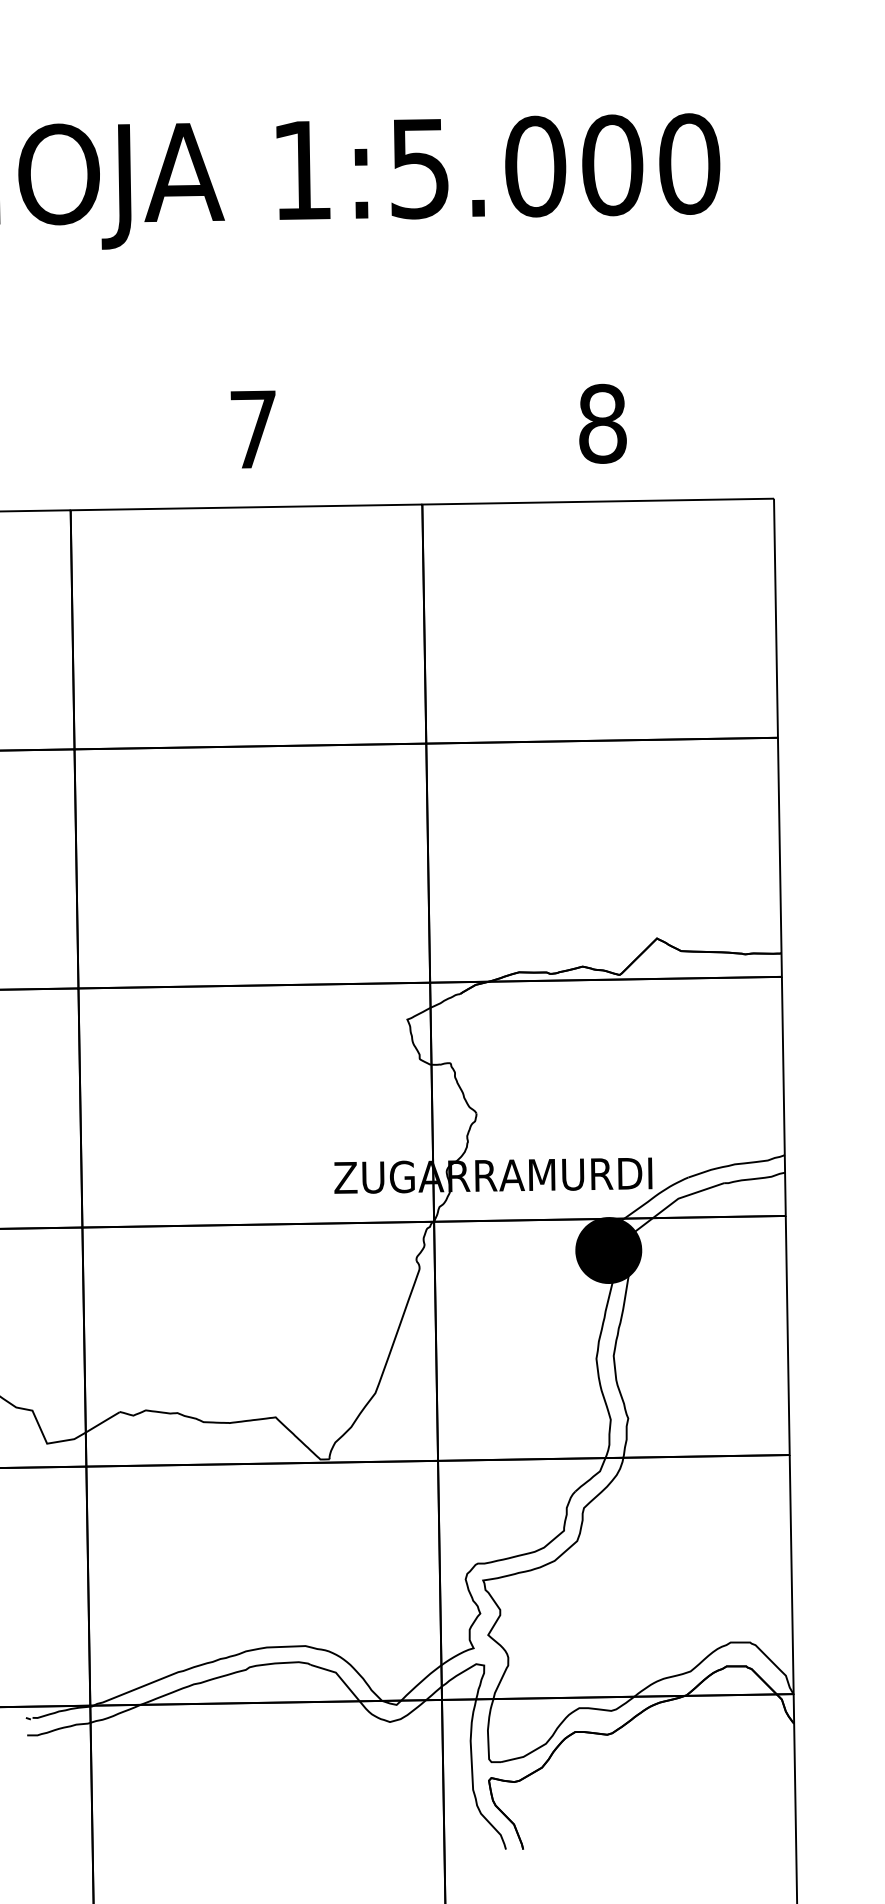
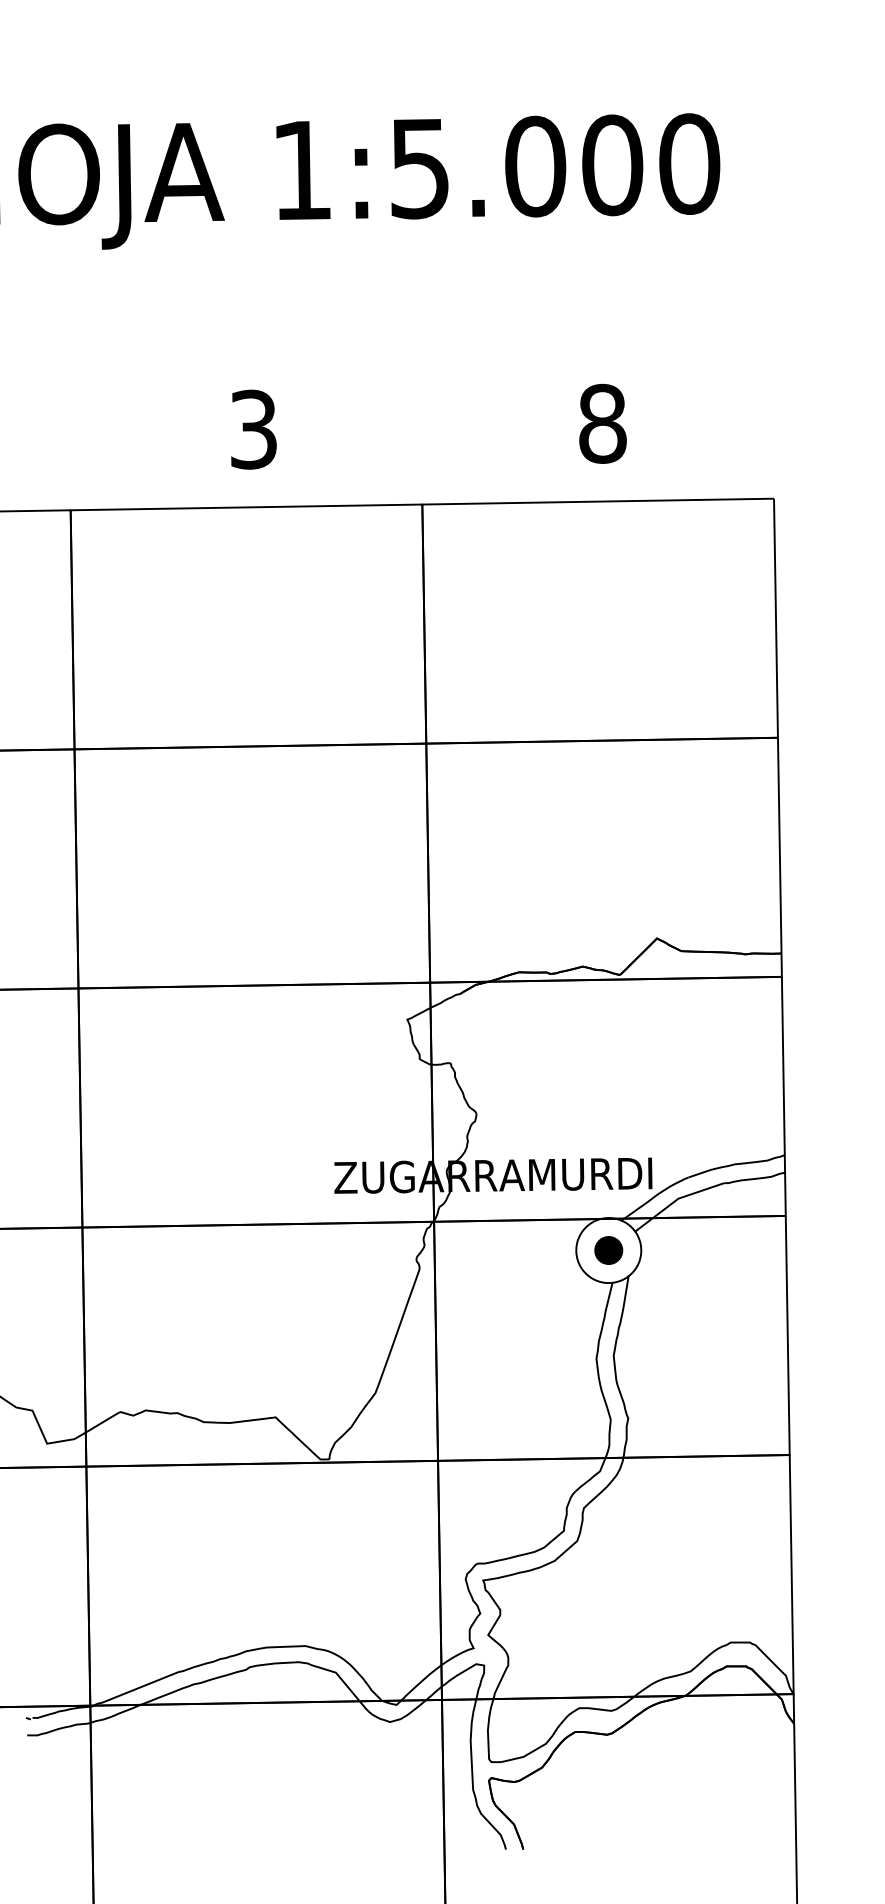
text at (253, 429): 7 -> 3
fill at (608, 1250): present -> none
